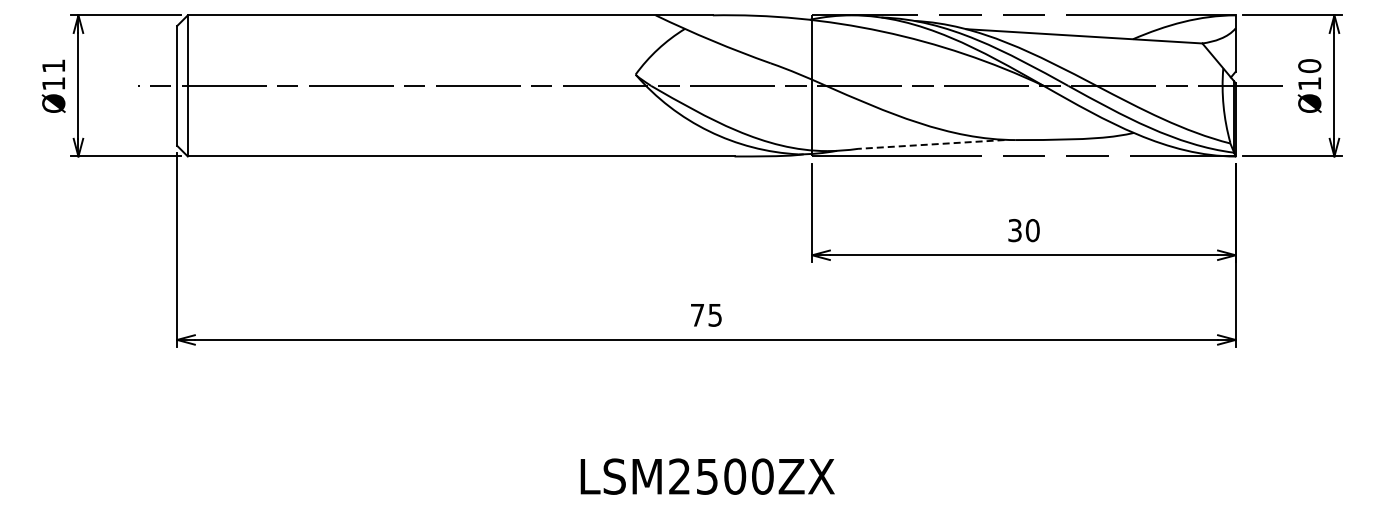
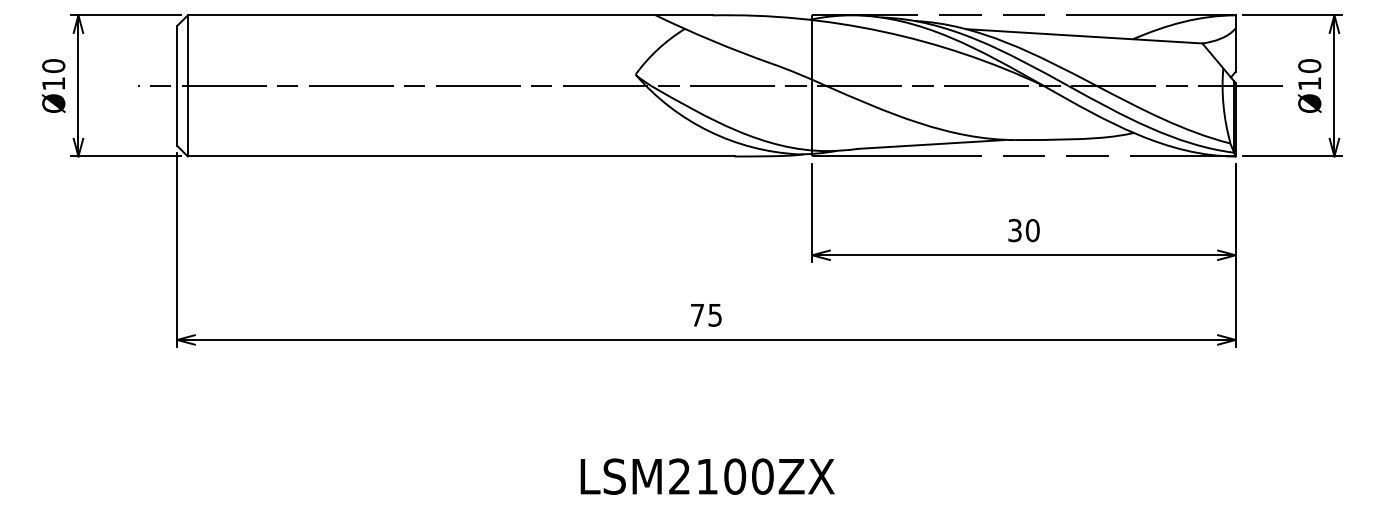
text at (53, 66): Ø11 -> Ø10
line at (930, 144): dashed -> solid
text at (707, 476): LSM2500ZX -> LSM2100ZX
